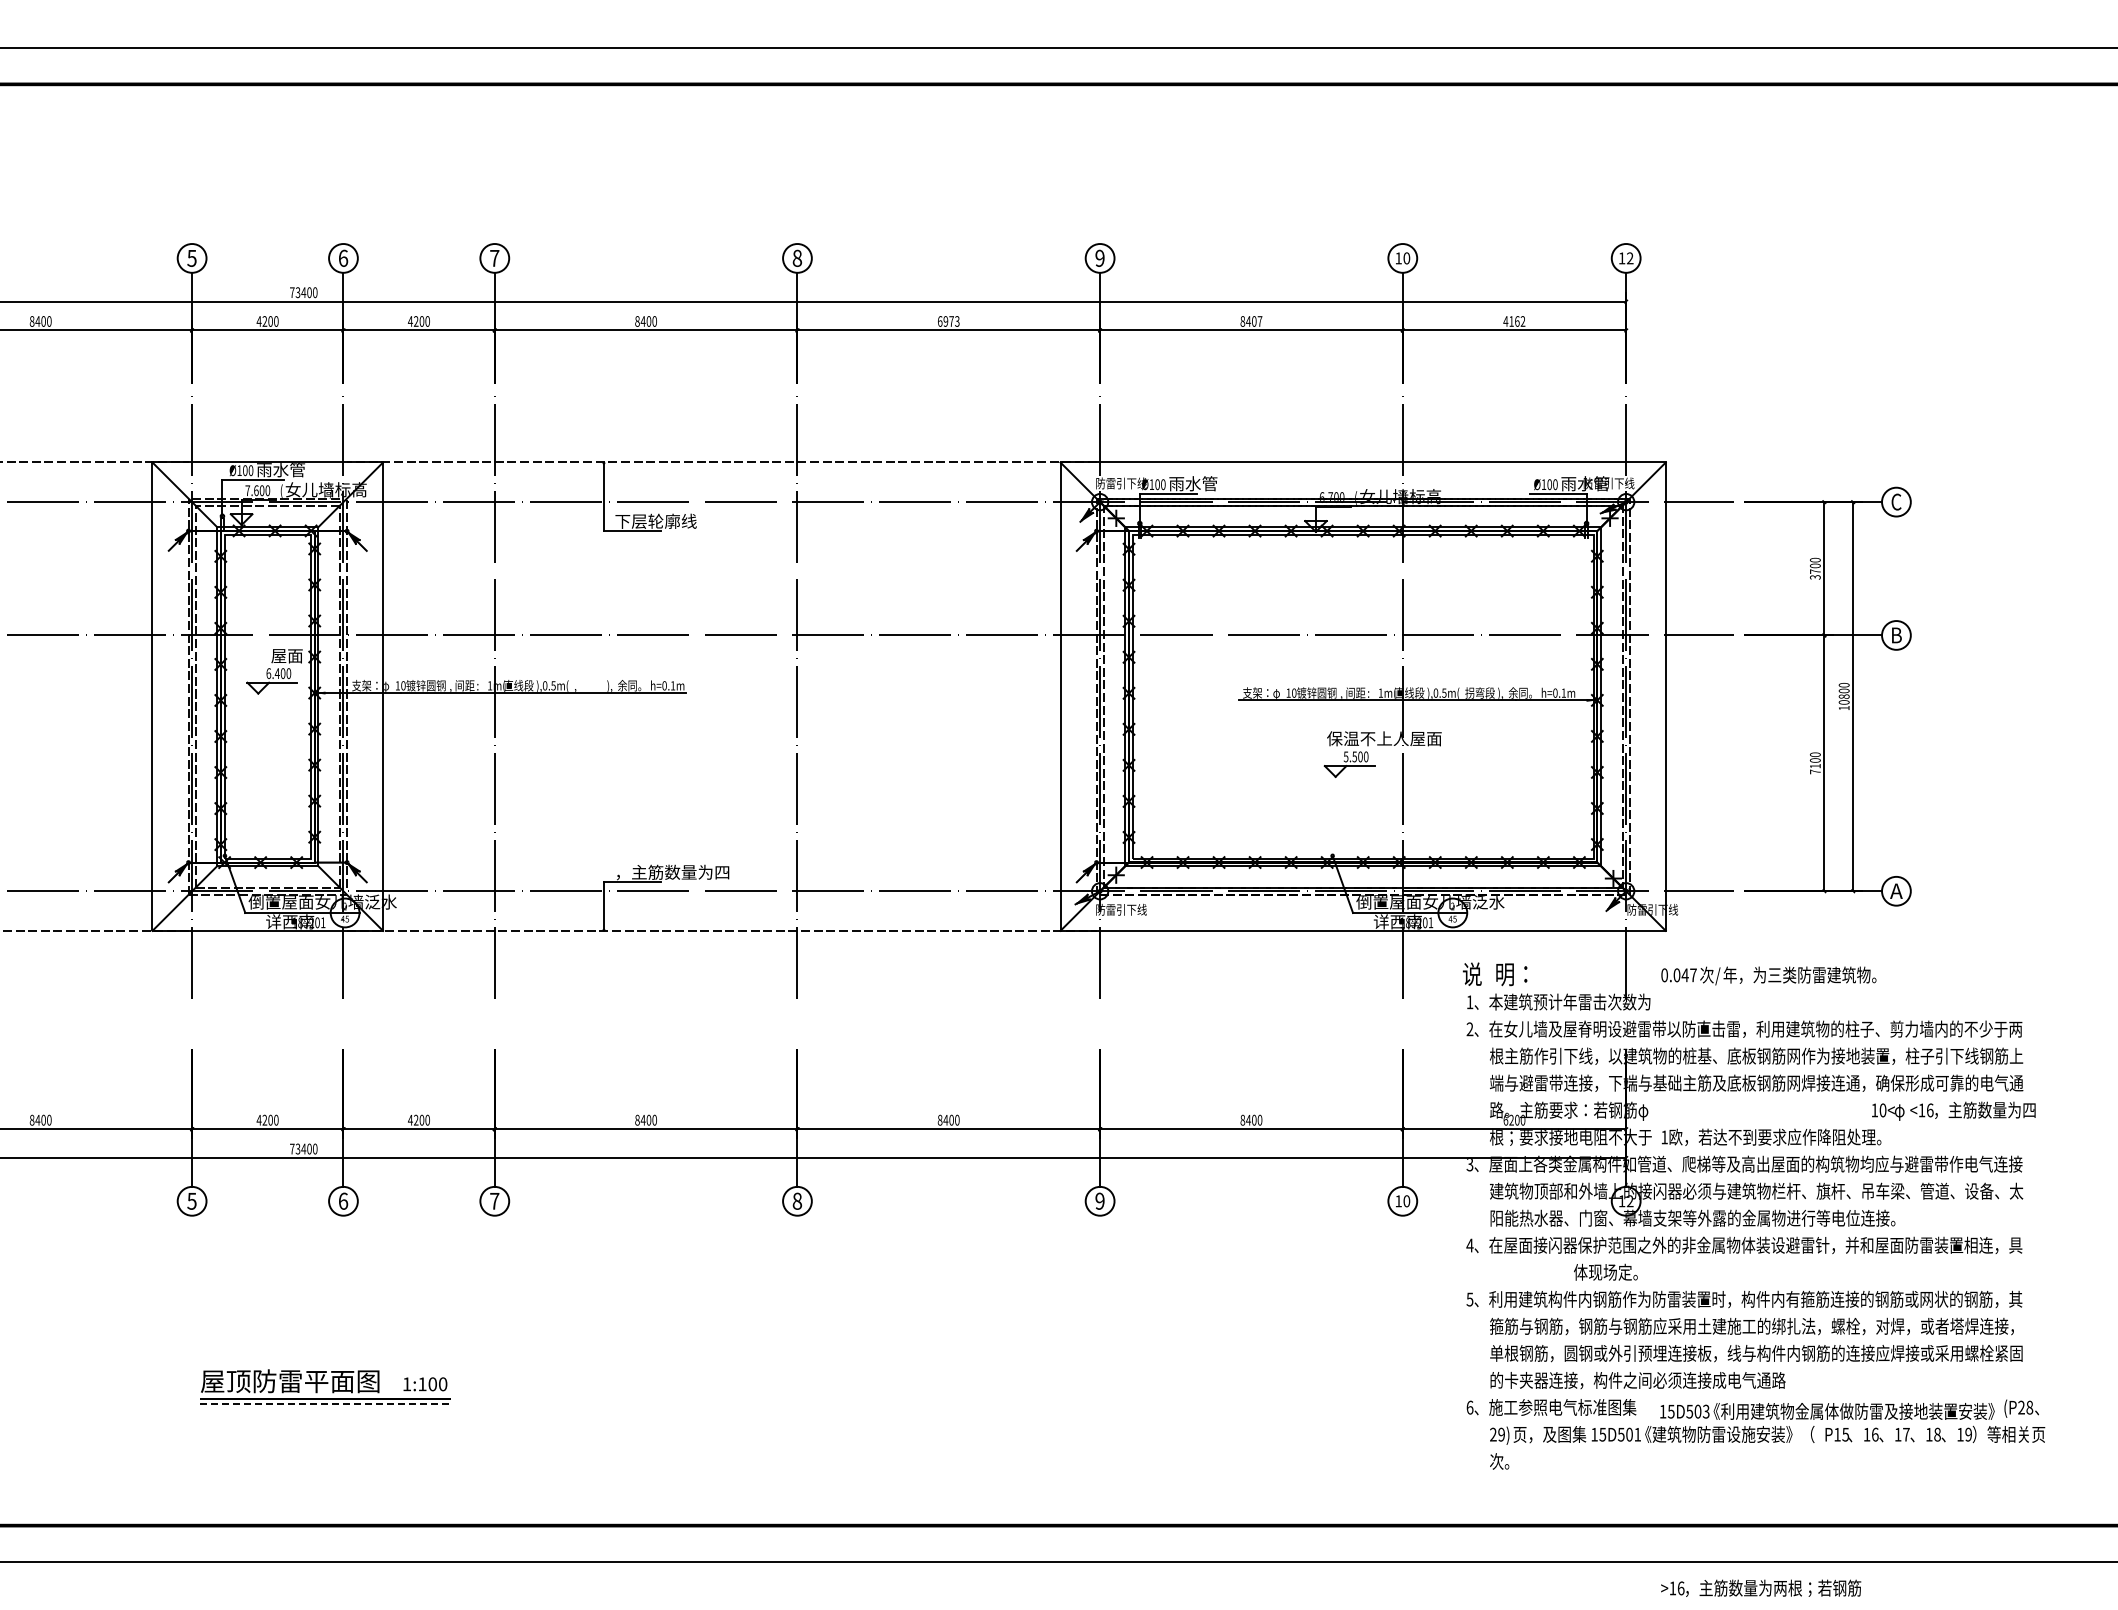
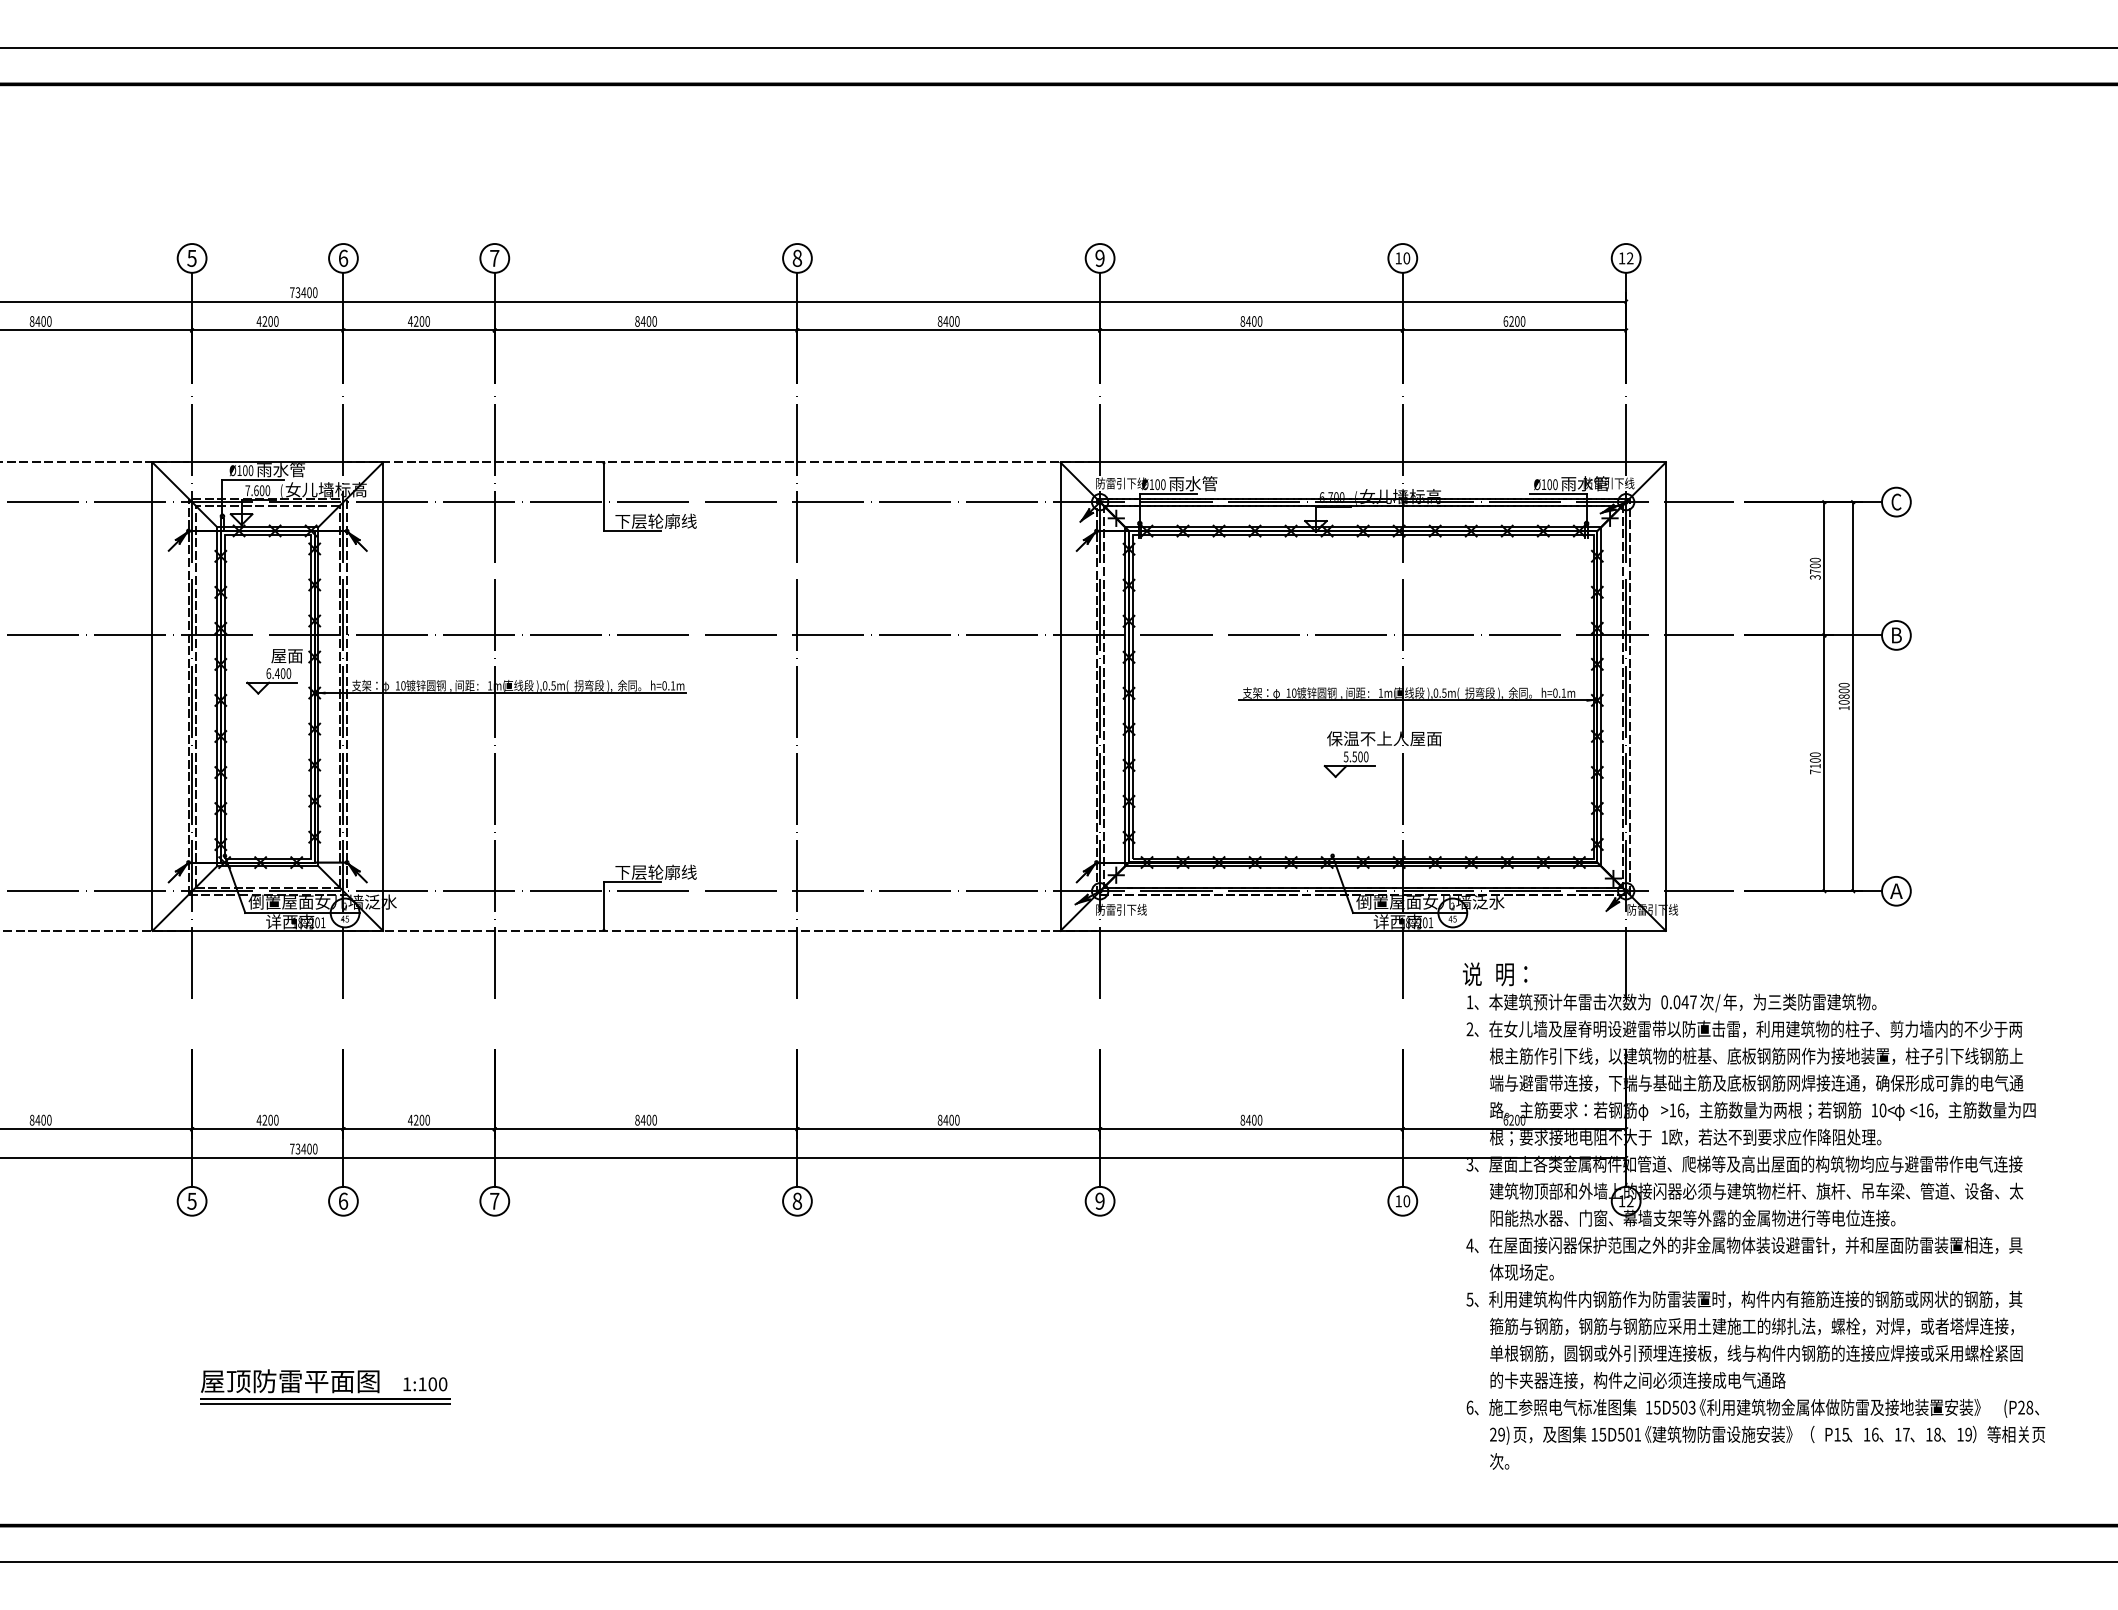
text at (948, 321): 6973 -> 8400
text at (1259, 321): 8407 -> 8400
text at (1514, 321): 4162 -> 6200
text at (589, 685): , -> 拐弯段
text at (672, 872): ，主筋数量为四 -> 下层轮廓线
text at (1768, 975) position: (1768, 975) -> (1768, 1002)
text at (1605, 1271) position: (1605, 1271) -> (1521, 1271)
line at (325, 1403): dashed -> solid
text at (1827, 1411) position: (1827, 1411) -> (1813, 1407)
text at (1761, 1587) position: (1761, 1587) -> (1761, 1109)
